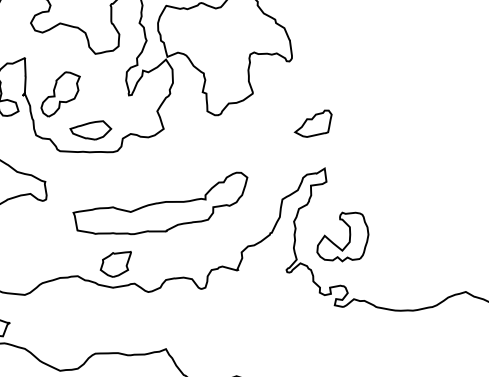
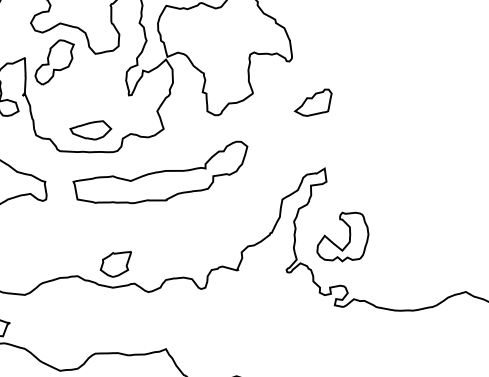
part at (60, 94) position: (60, 94) -> (54, 62)
part at (312, 123) position: (312, 123) -> (312, 102)
part at (160, 203) position: (160, 203) -> (160, 172)
